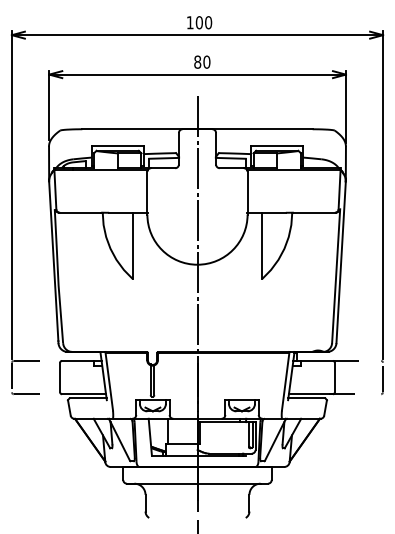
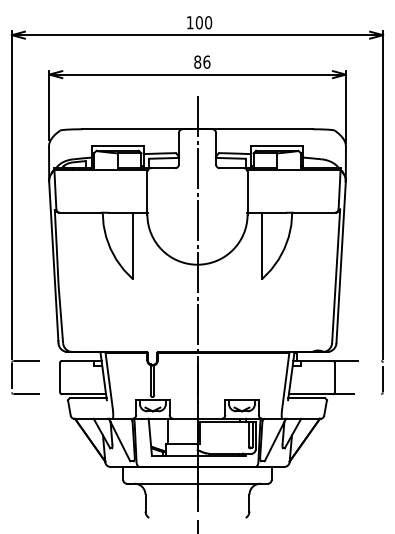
text at (206, 61): 80 -> 86
